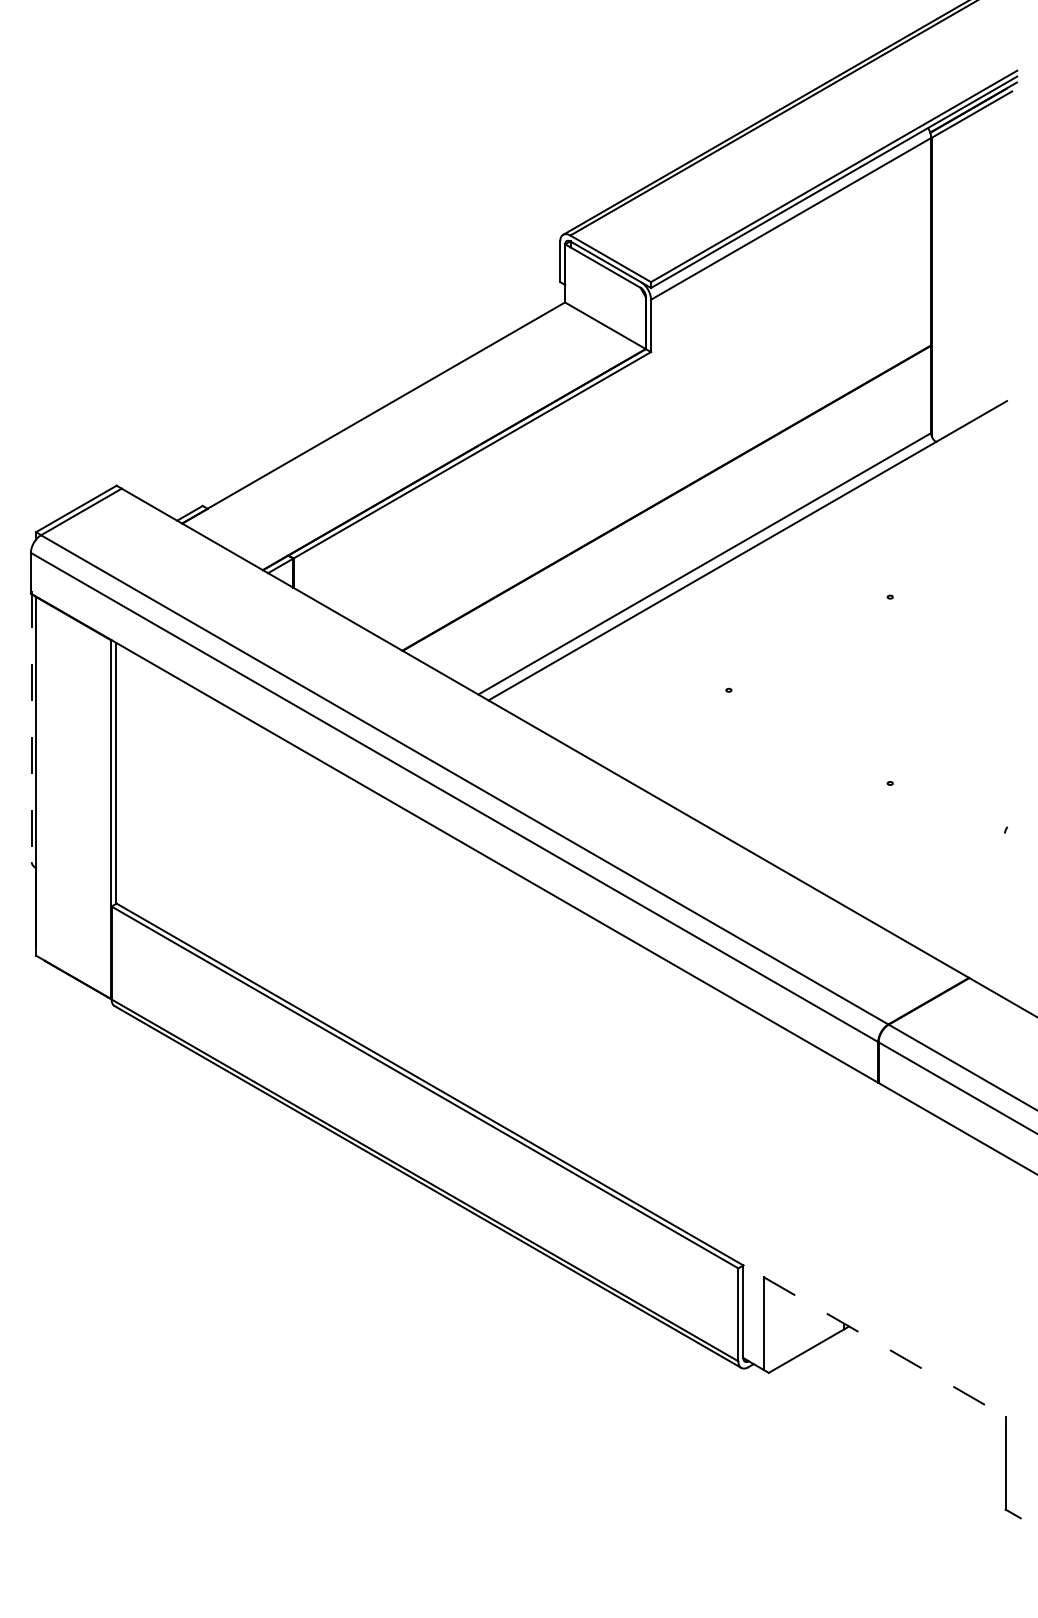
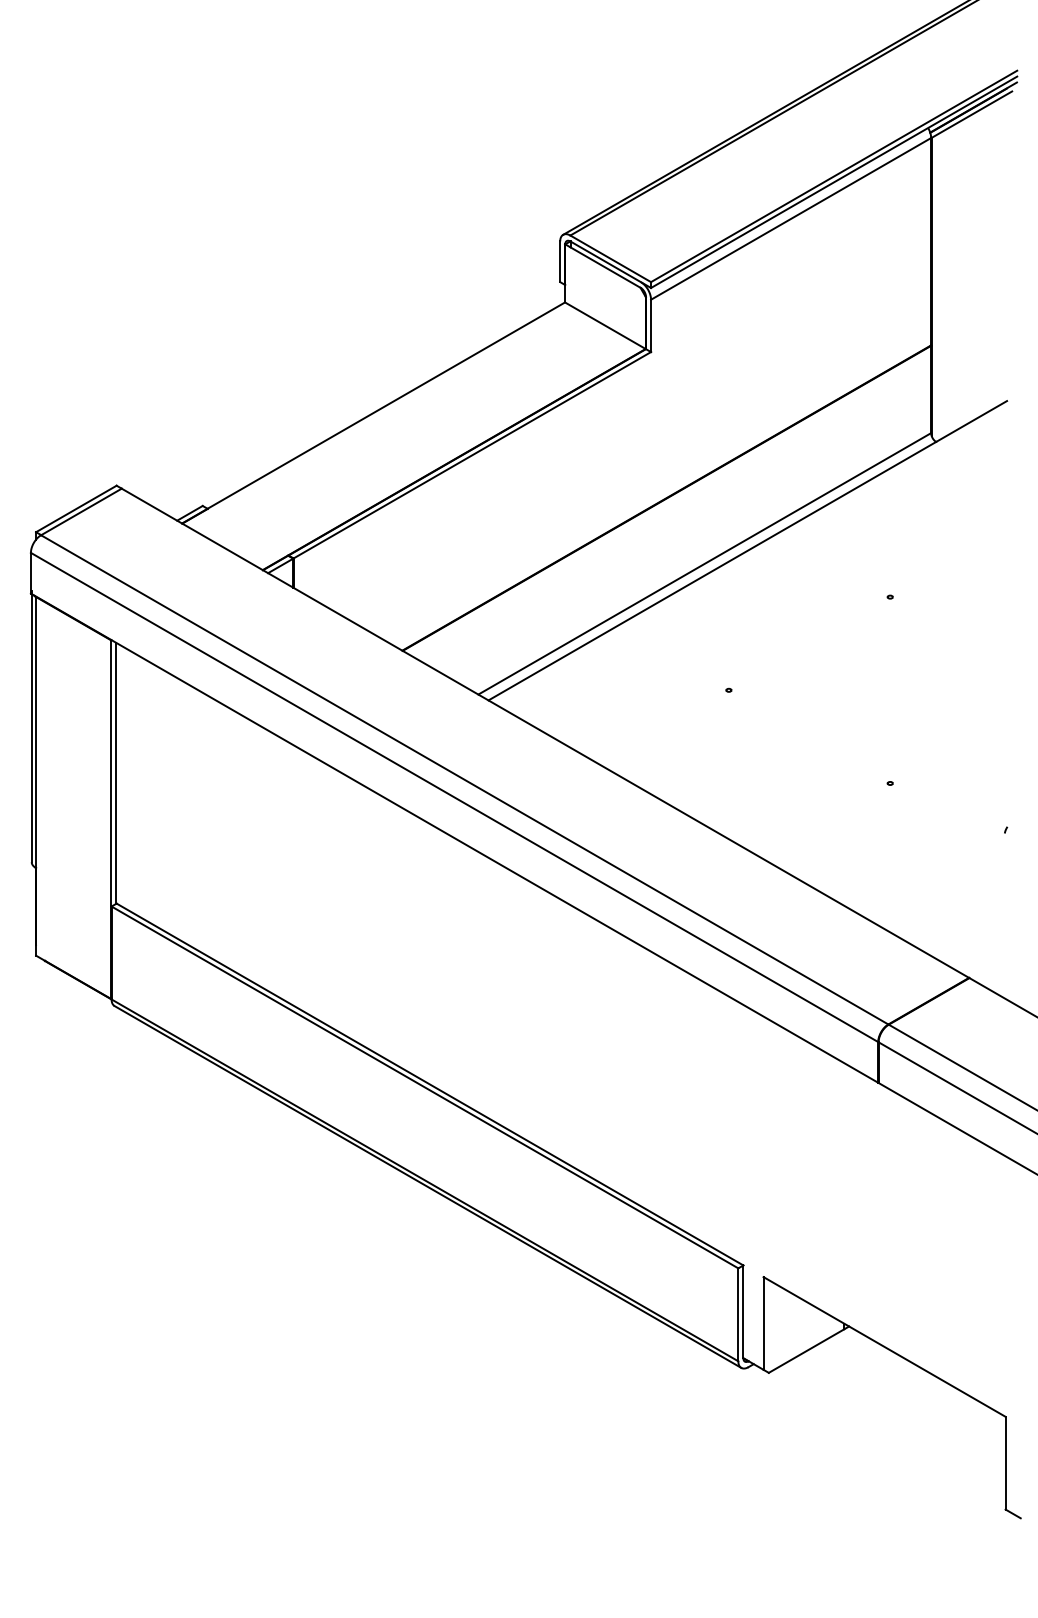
line at (31, 726): dashed -> solid
line at (884, 1346): dashed -> solid
